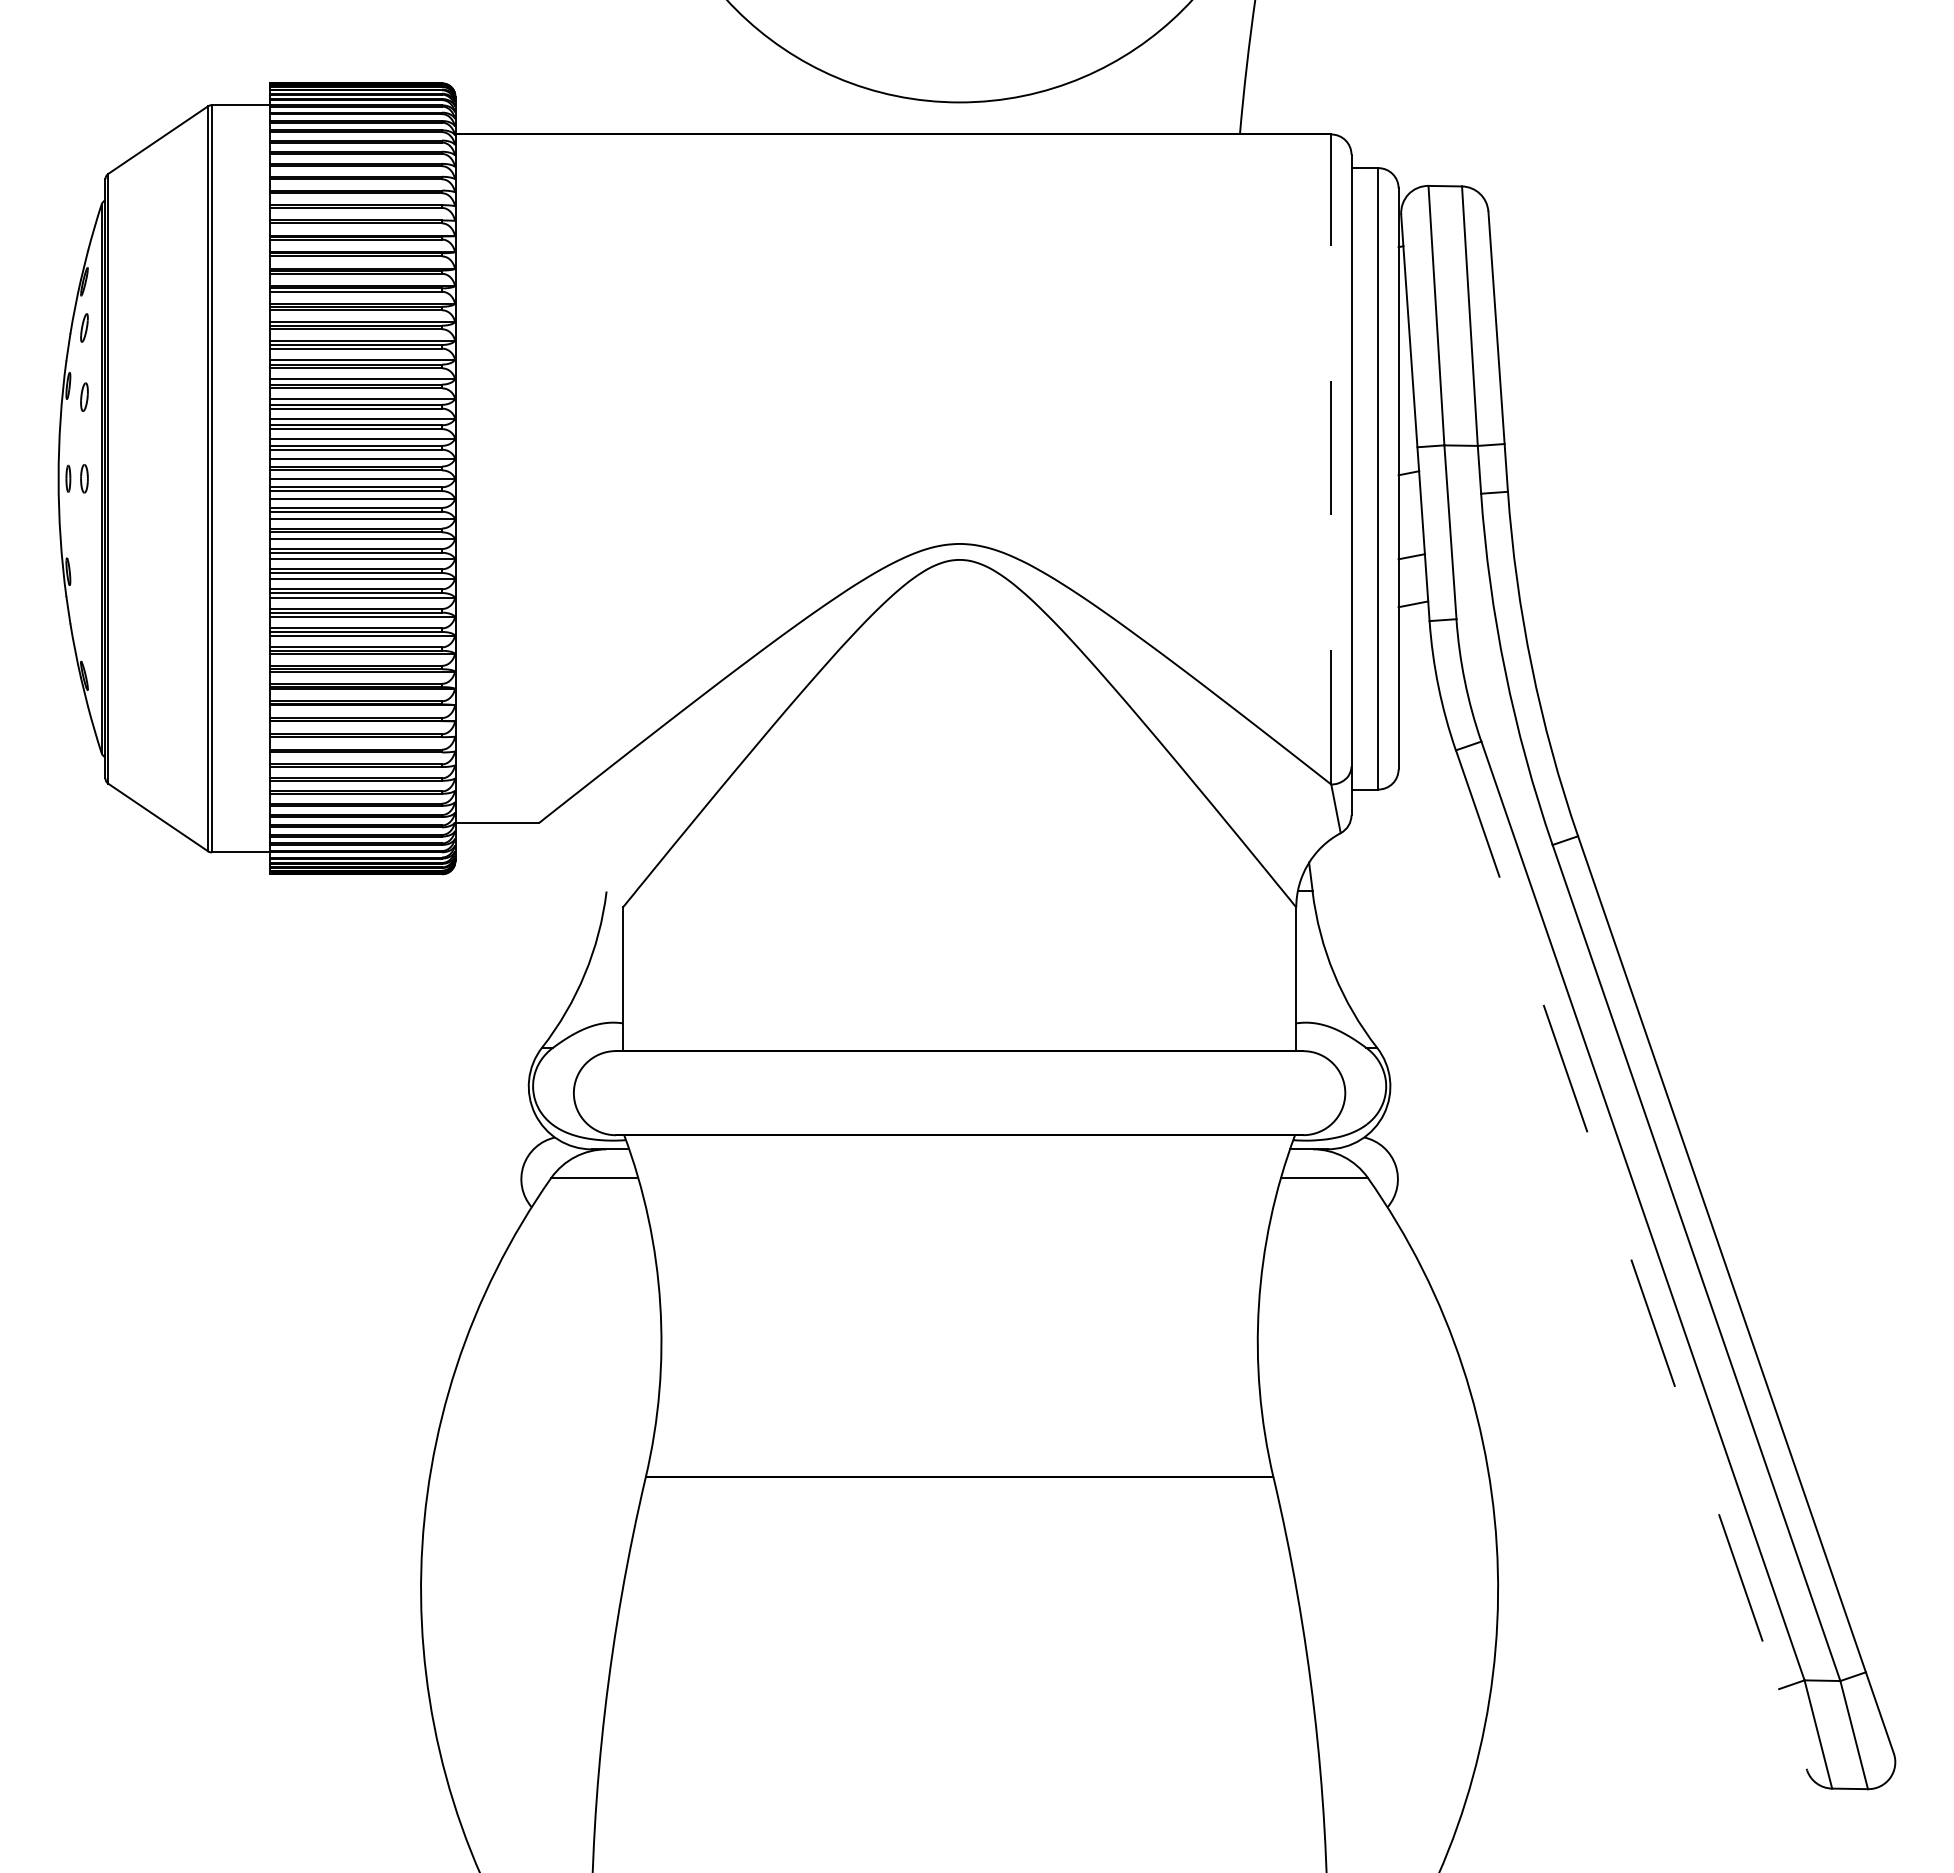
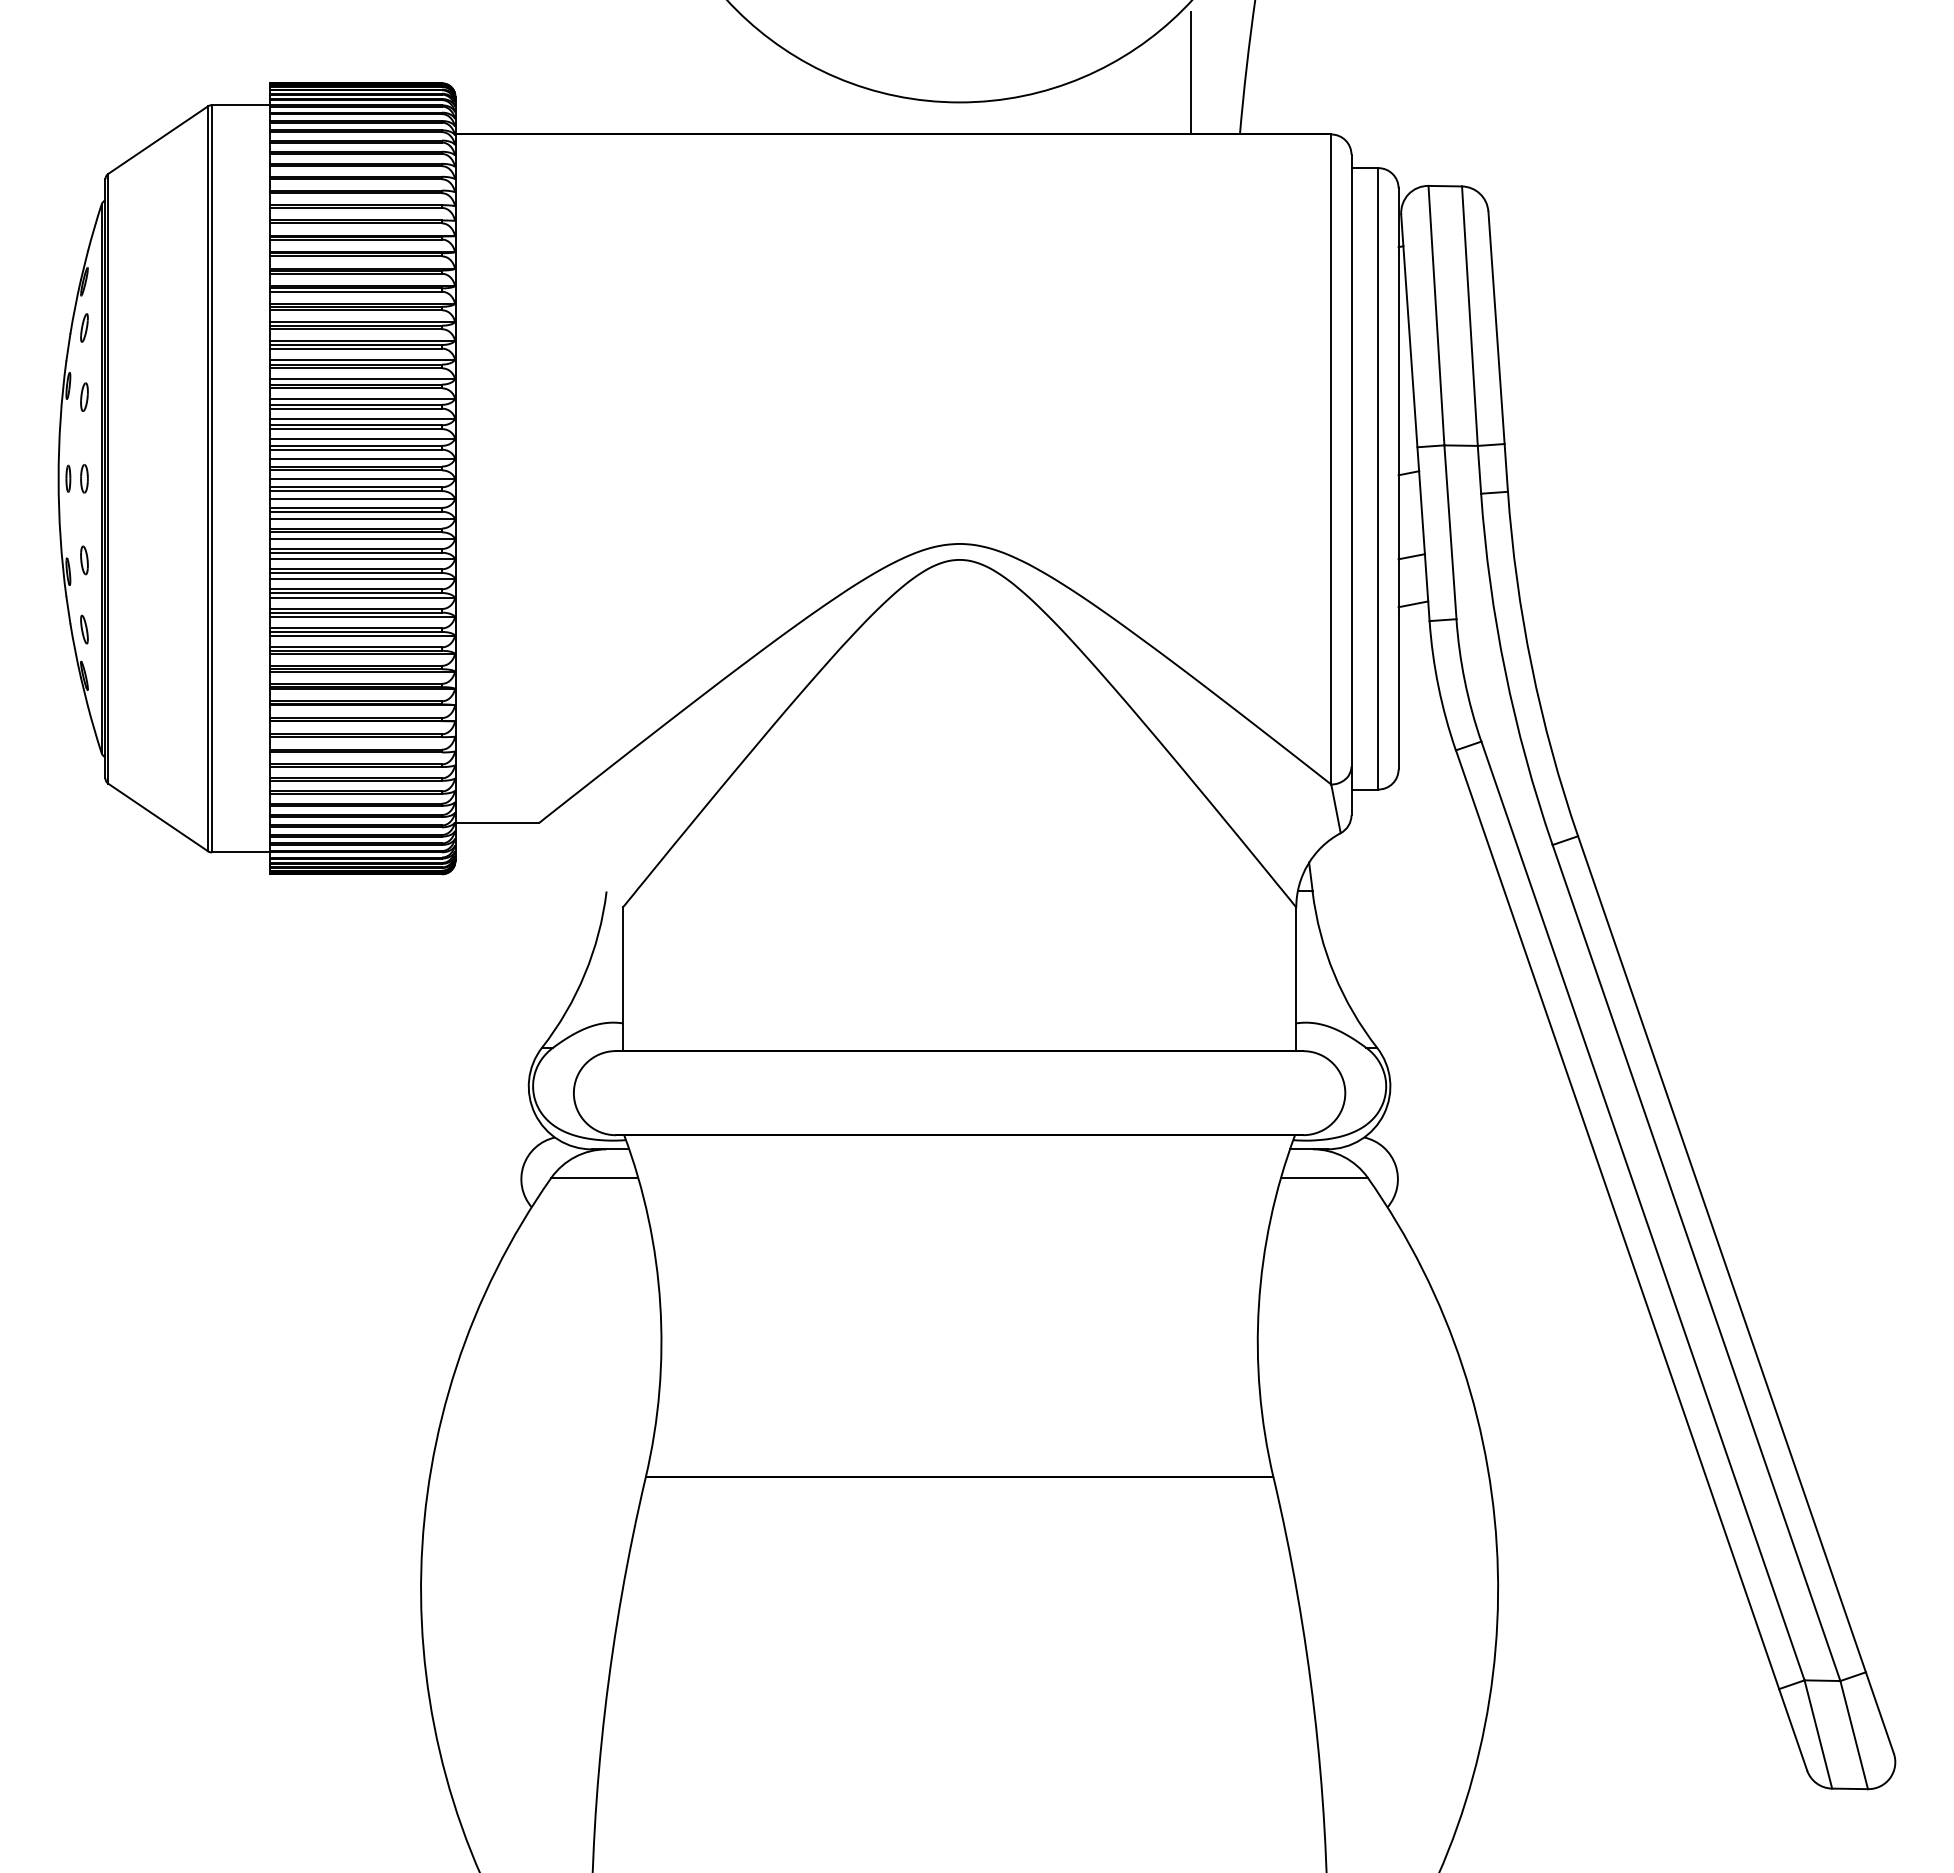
line at (1190, 73): none -> present
line at (1331, 459): dashed -> solid
part at (84, 560): none -> present
part at (84, 629): none -> present
line at (1631, 1260): dashed -> solid
